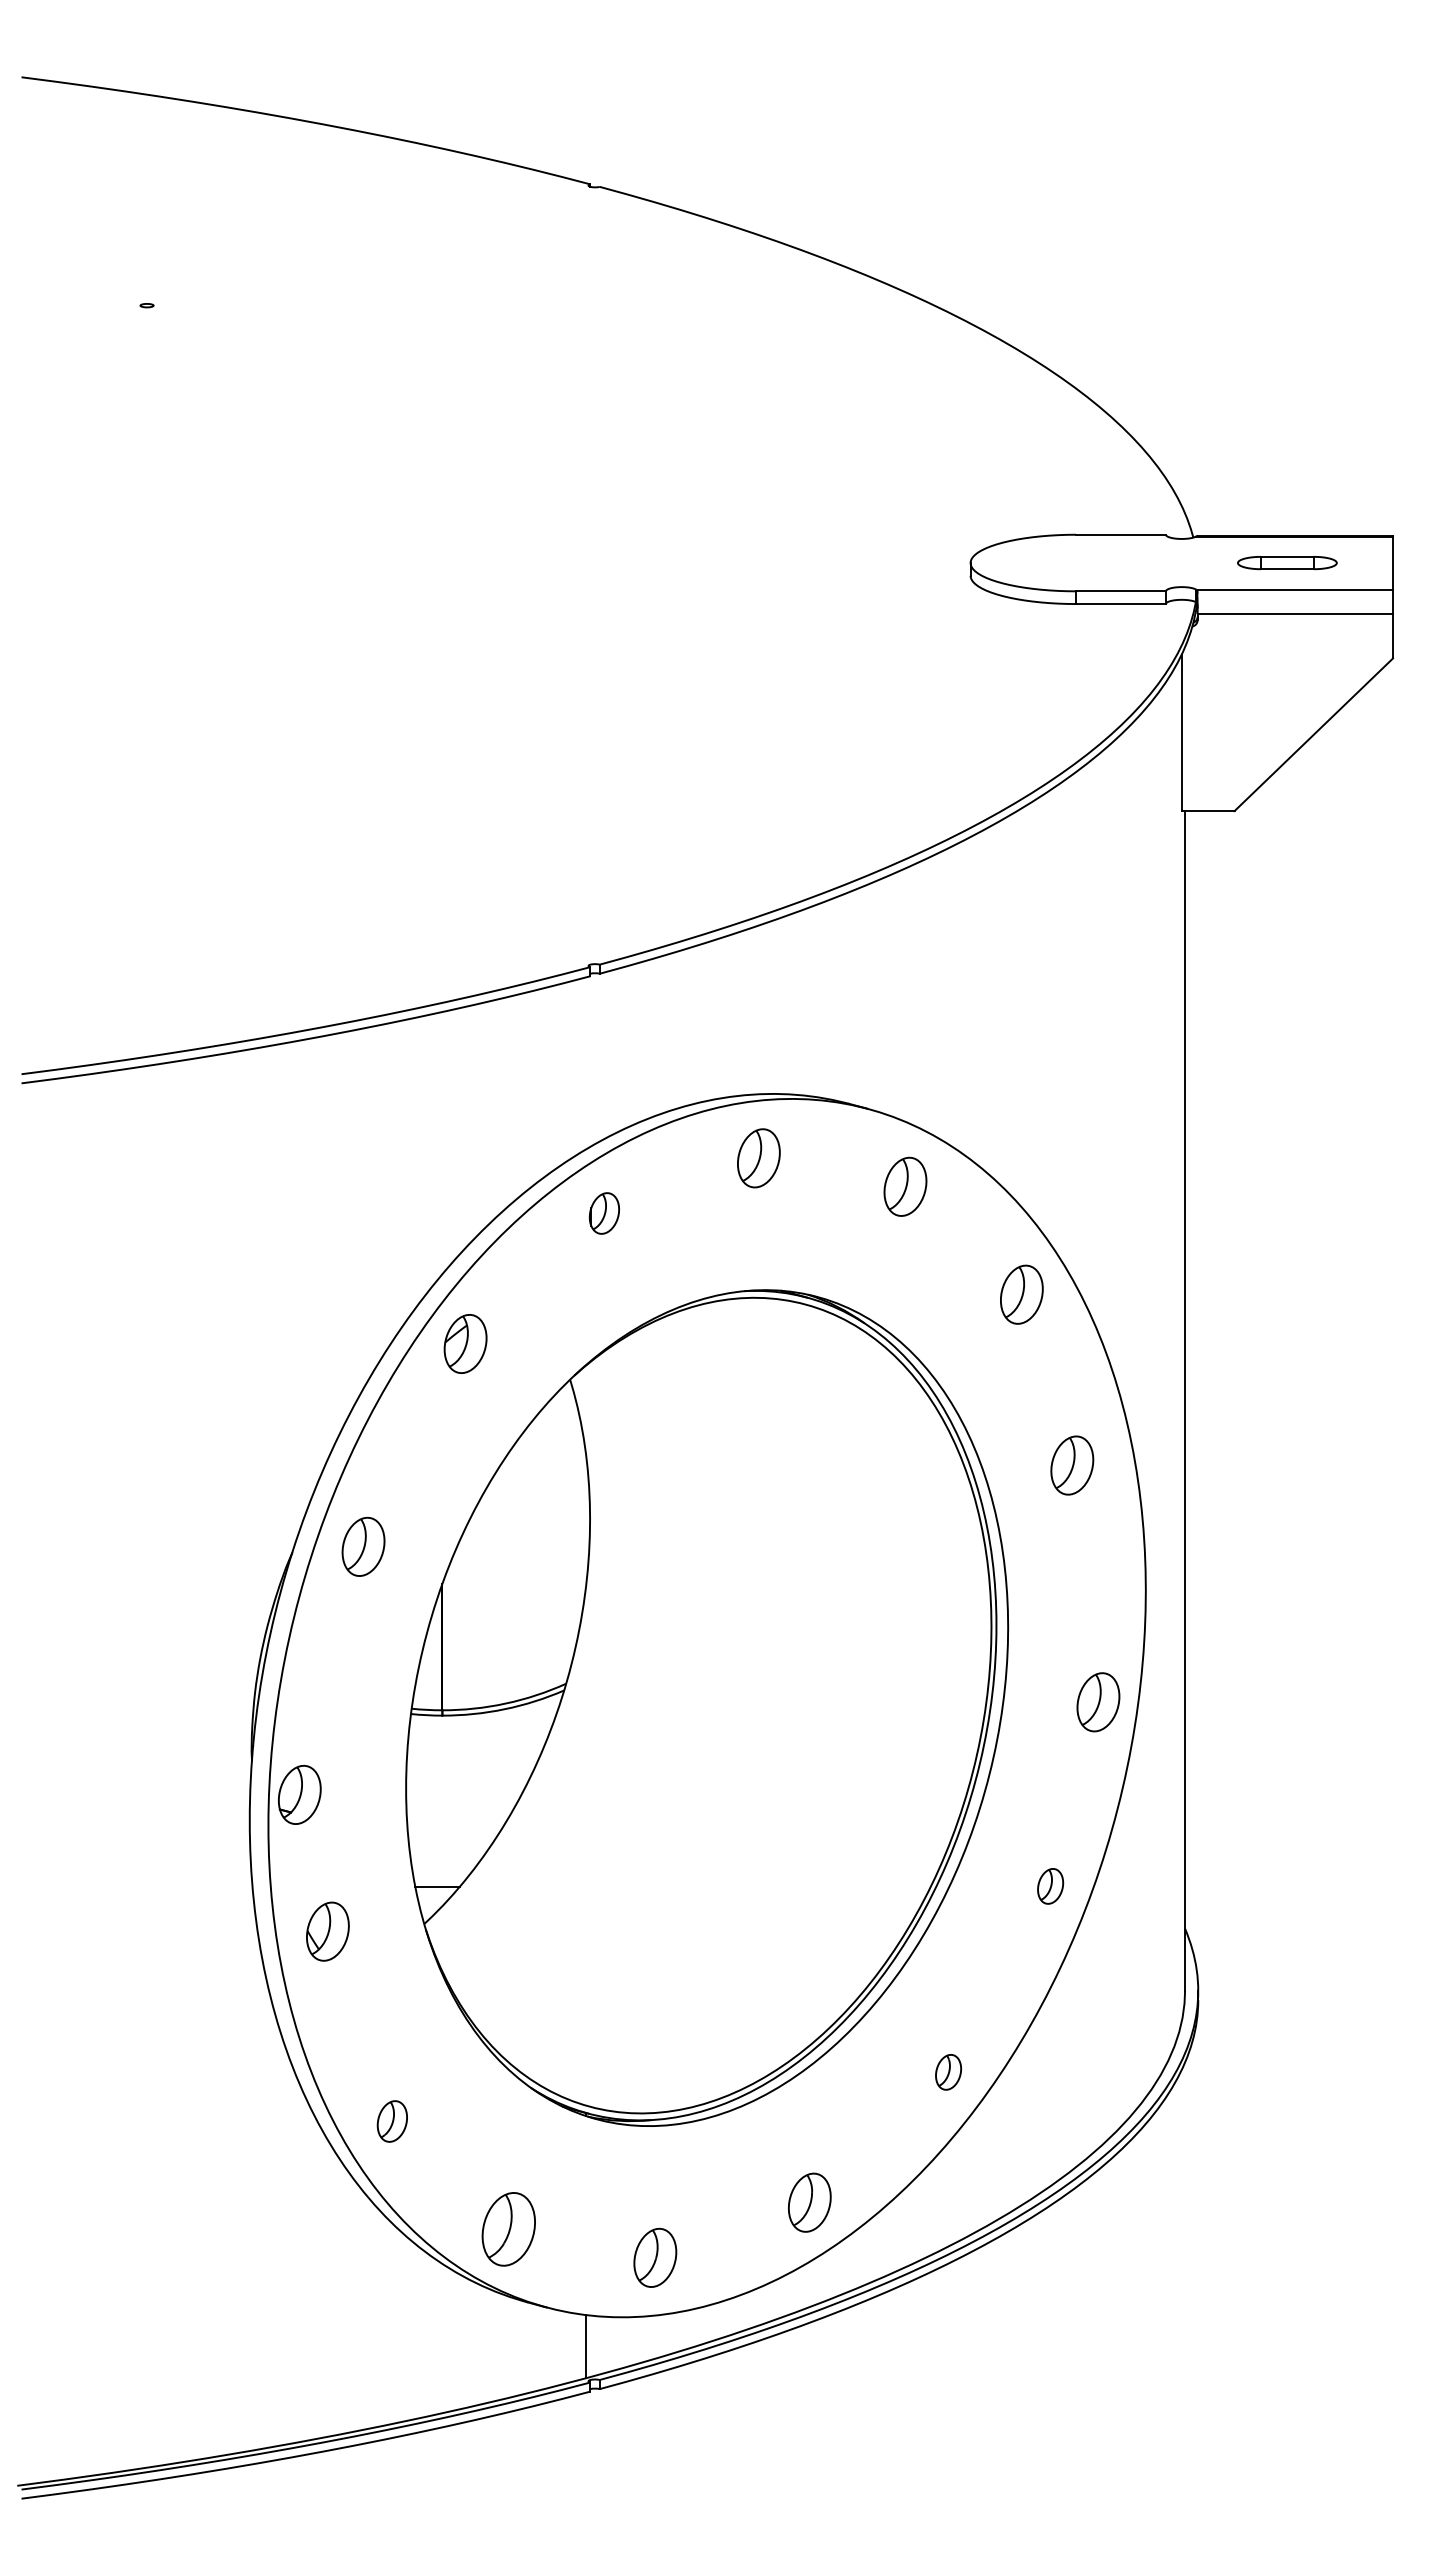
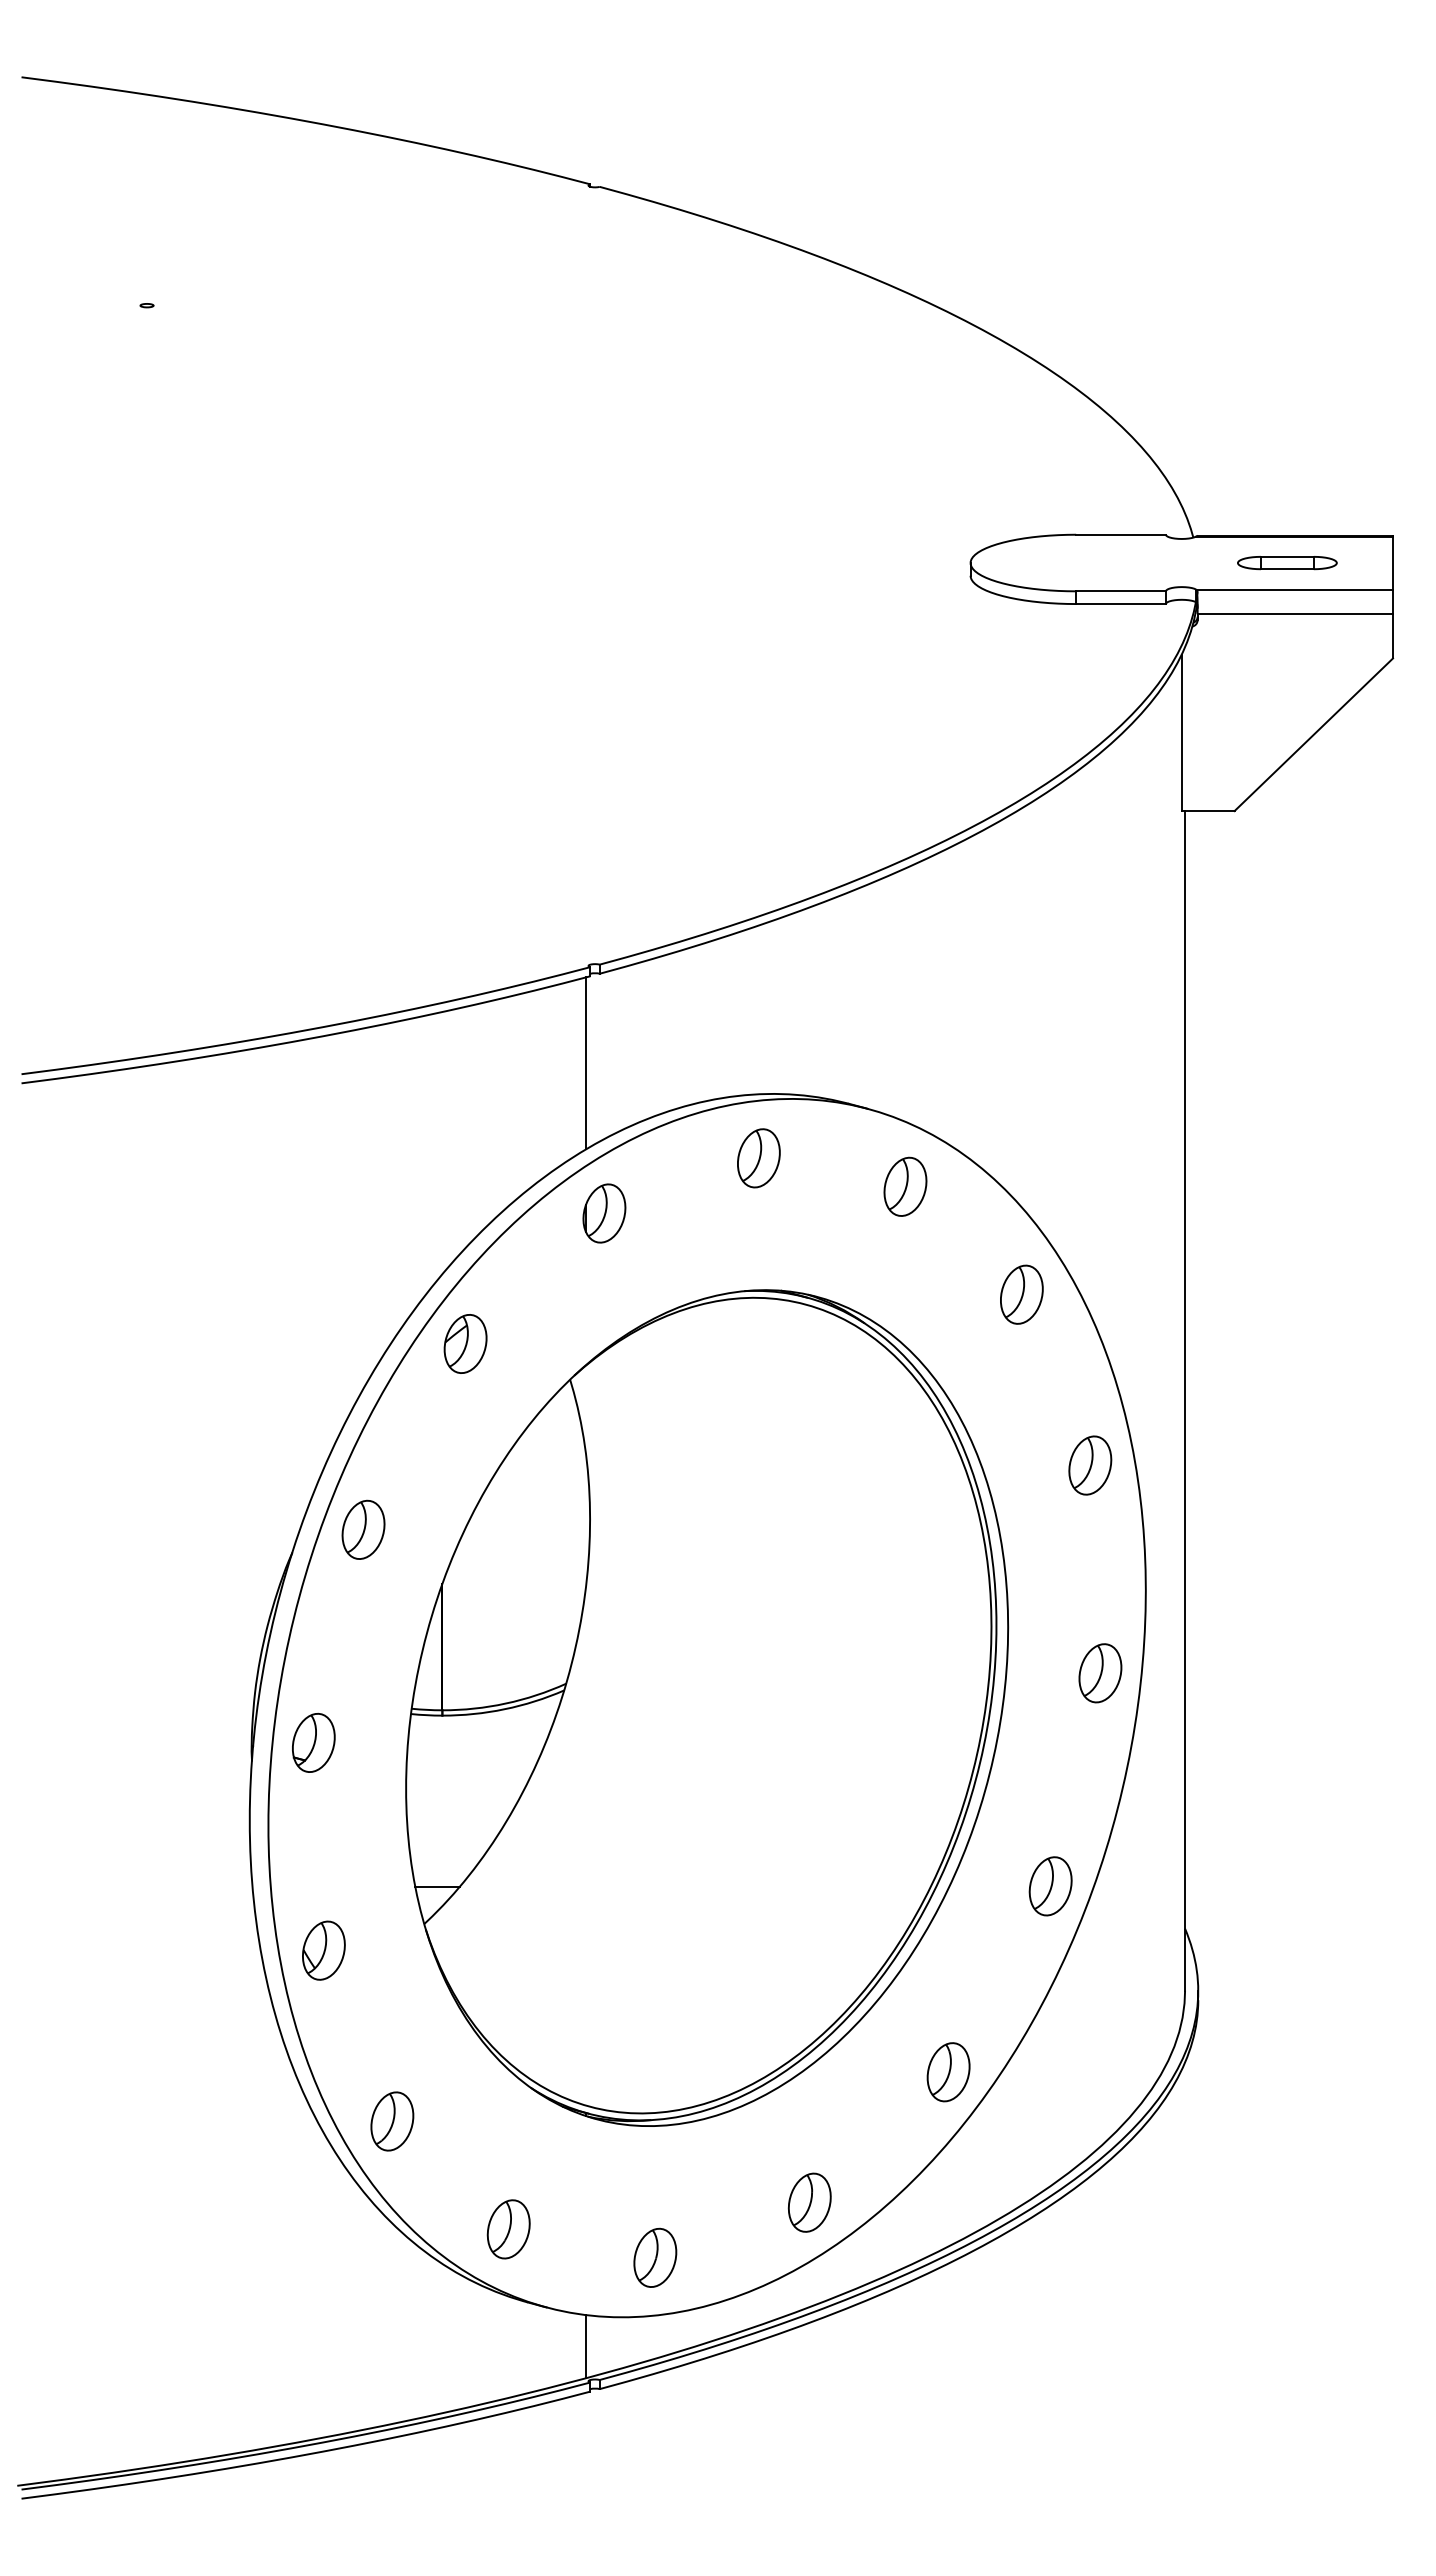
line at (585, 1063): none -> present
part at (604, 1213) size: 33x43 px -> 45x61 px
part at (1072, 1465) position: (1072, 1465) -> (1090, 1465)
part at (363, 1546) position: (363, 1546) -> (363, 1529)
part at (1098, 1702) position: (1098, 1702) -> (1100, 1673)
part at (299, 1794) position: (299, 1794) -> (313, 1742)
part at (1050, 1886) size: 28x37 px -> 45x61 px
part at (327, 1931) position: (327, 1931) -> (323, 1950)
part at (948, 2072) size: 27x37 px -> 45x61 px
part at (391, 2121) size: 32x43 px -> 45x61 px
part at (508, 2229) size: 55x75 px -> 45x61 px
